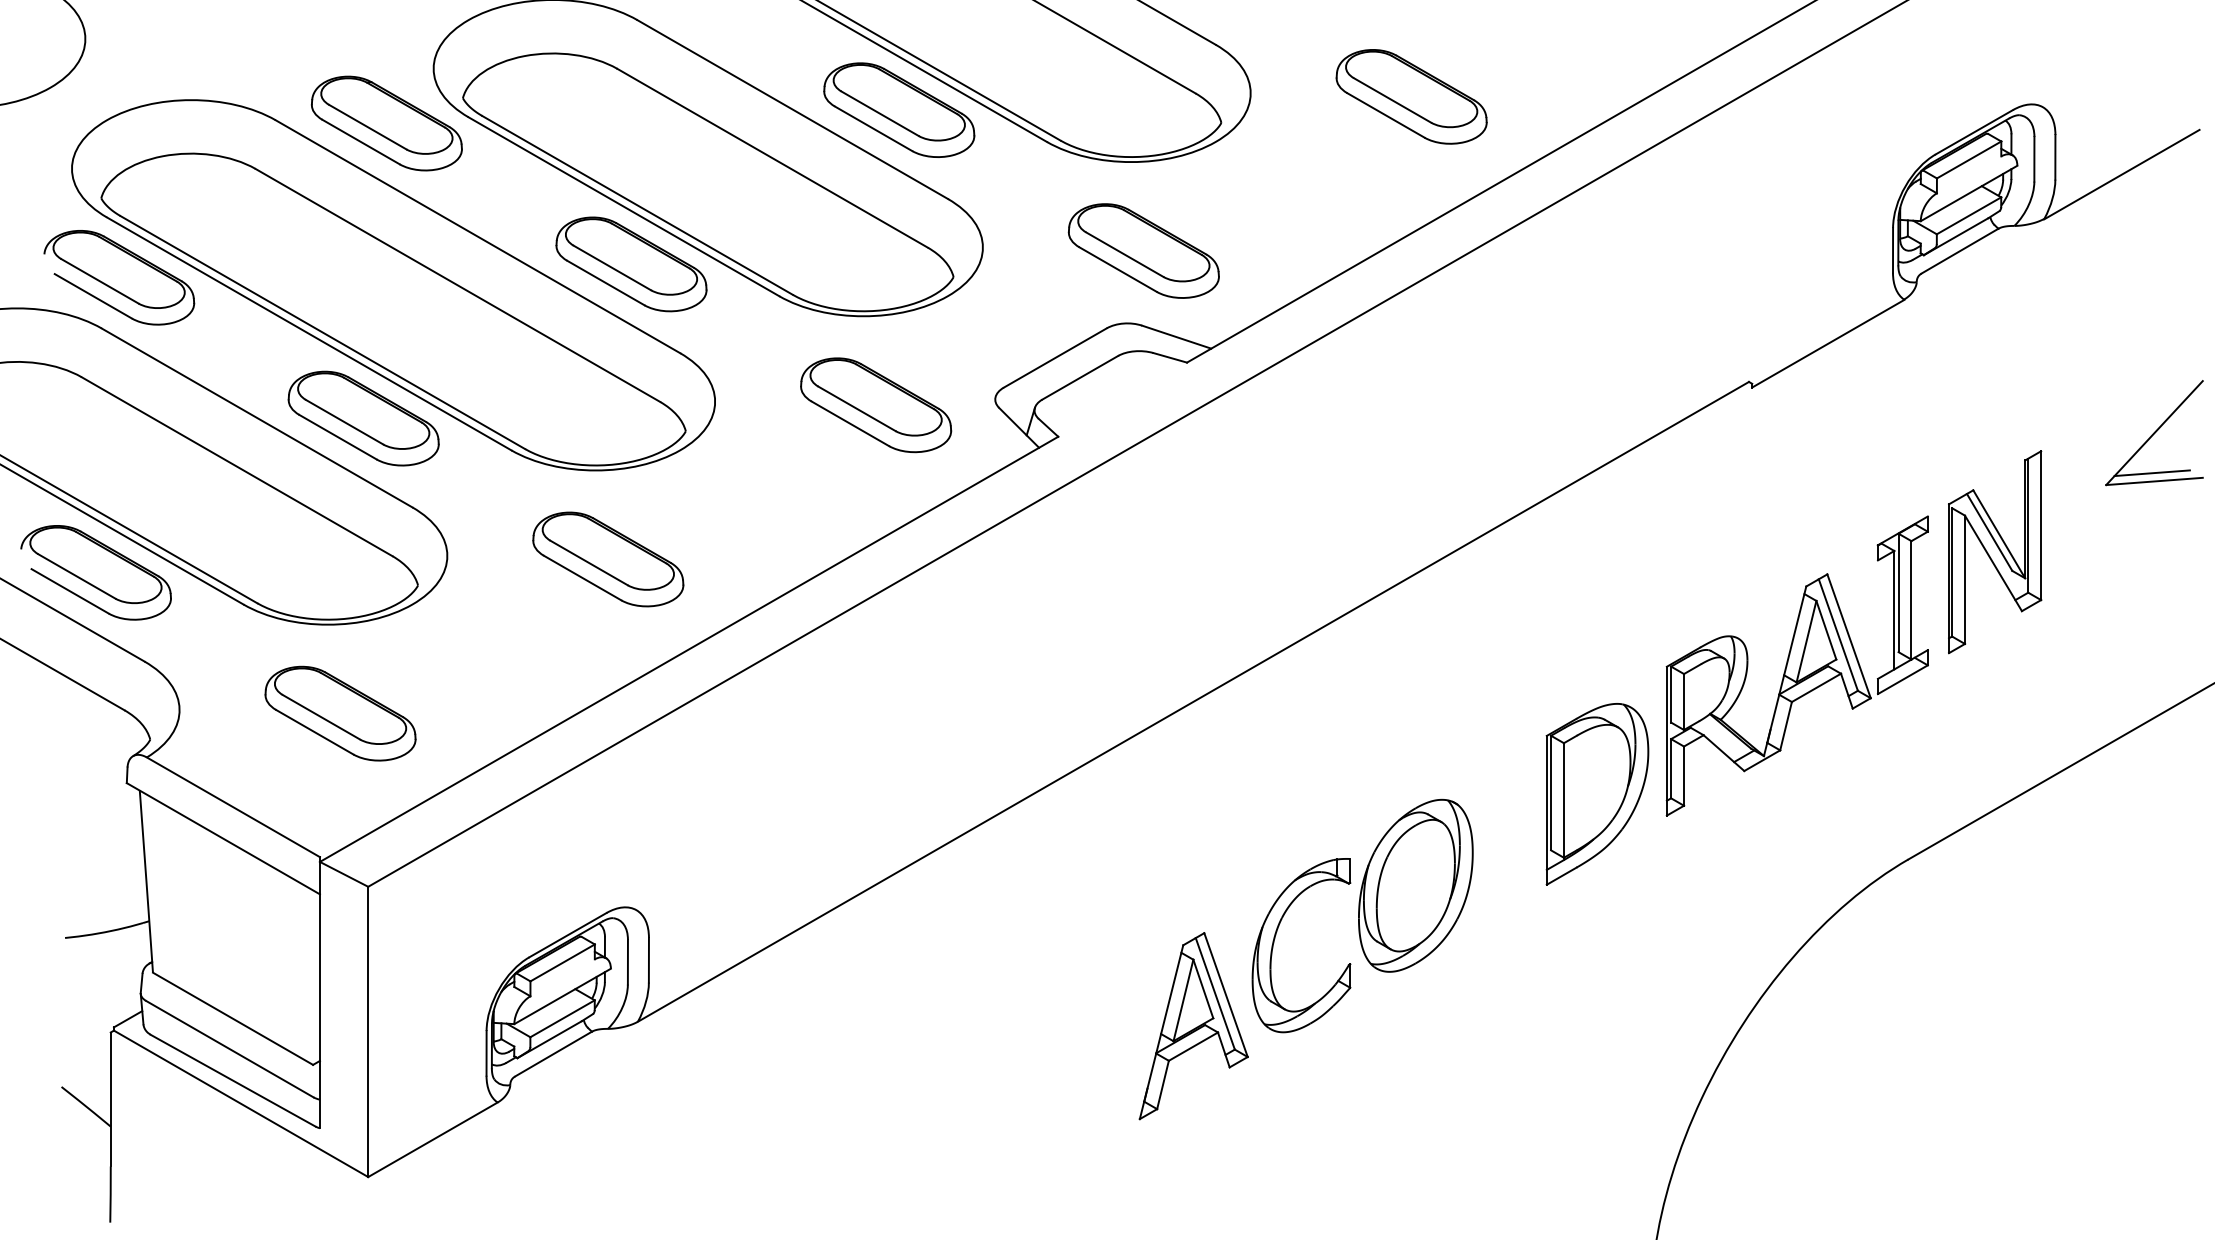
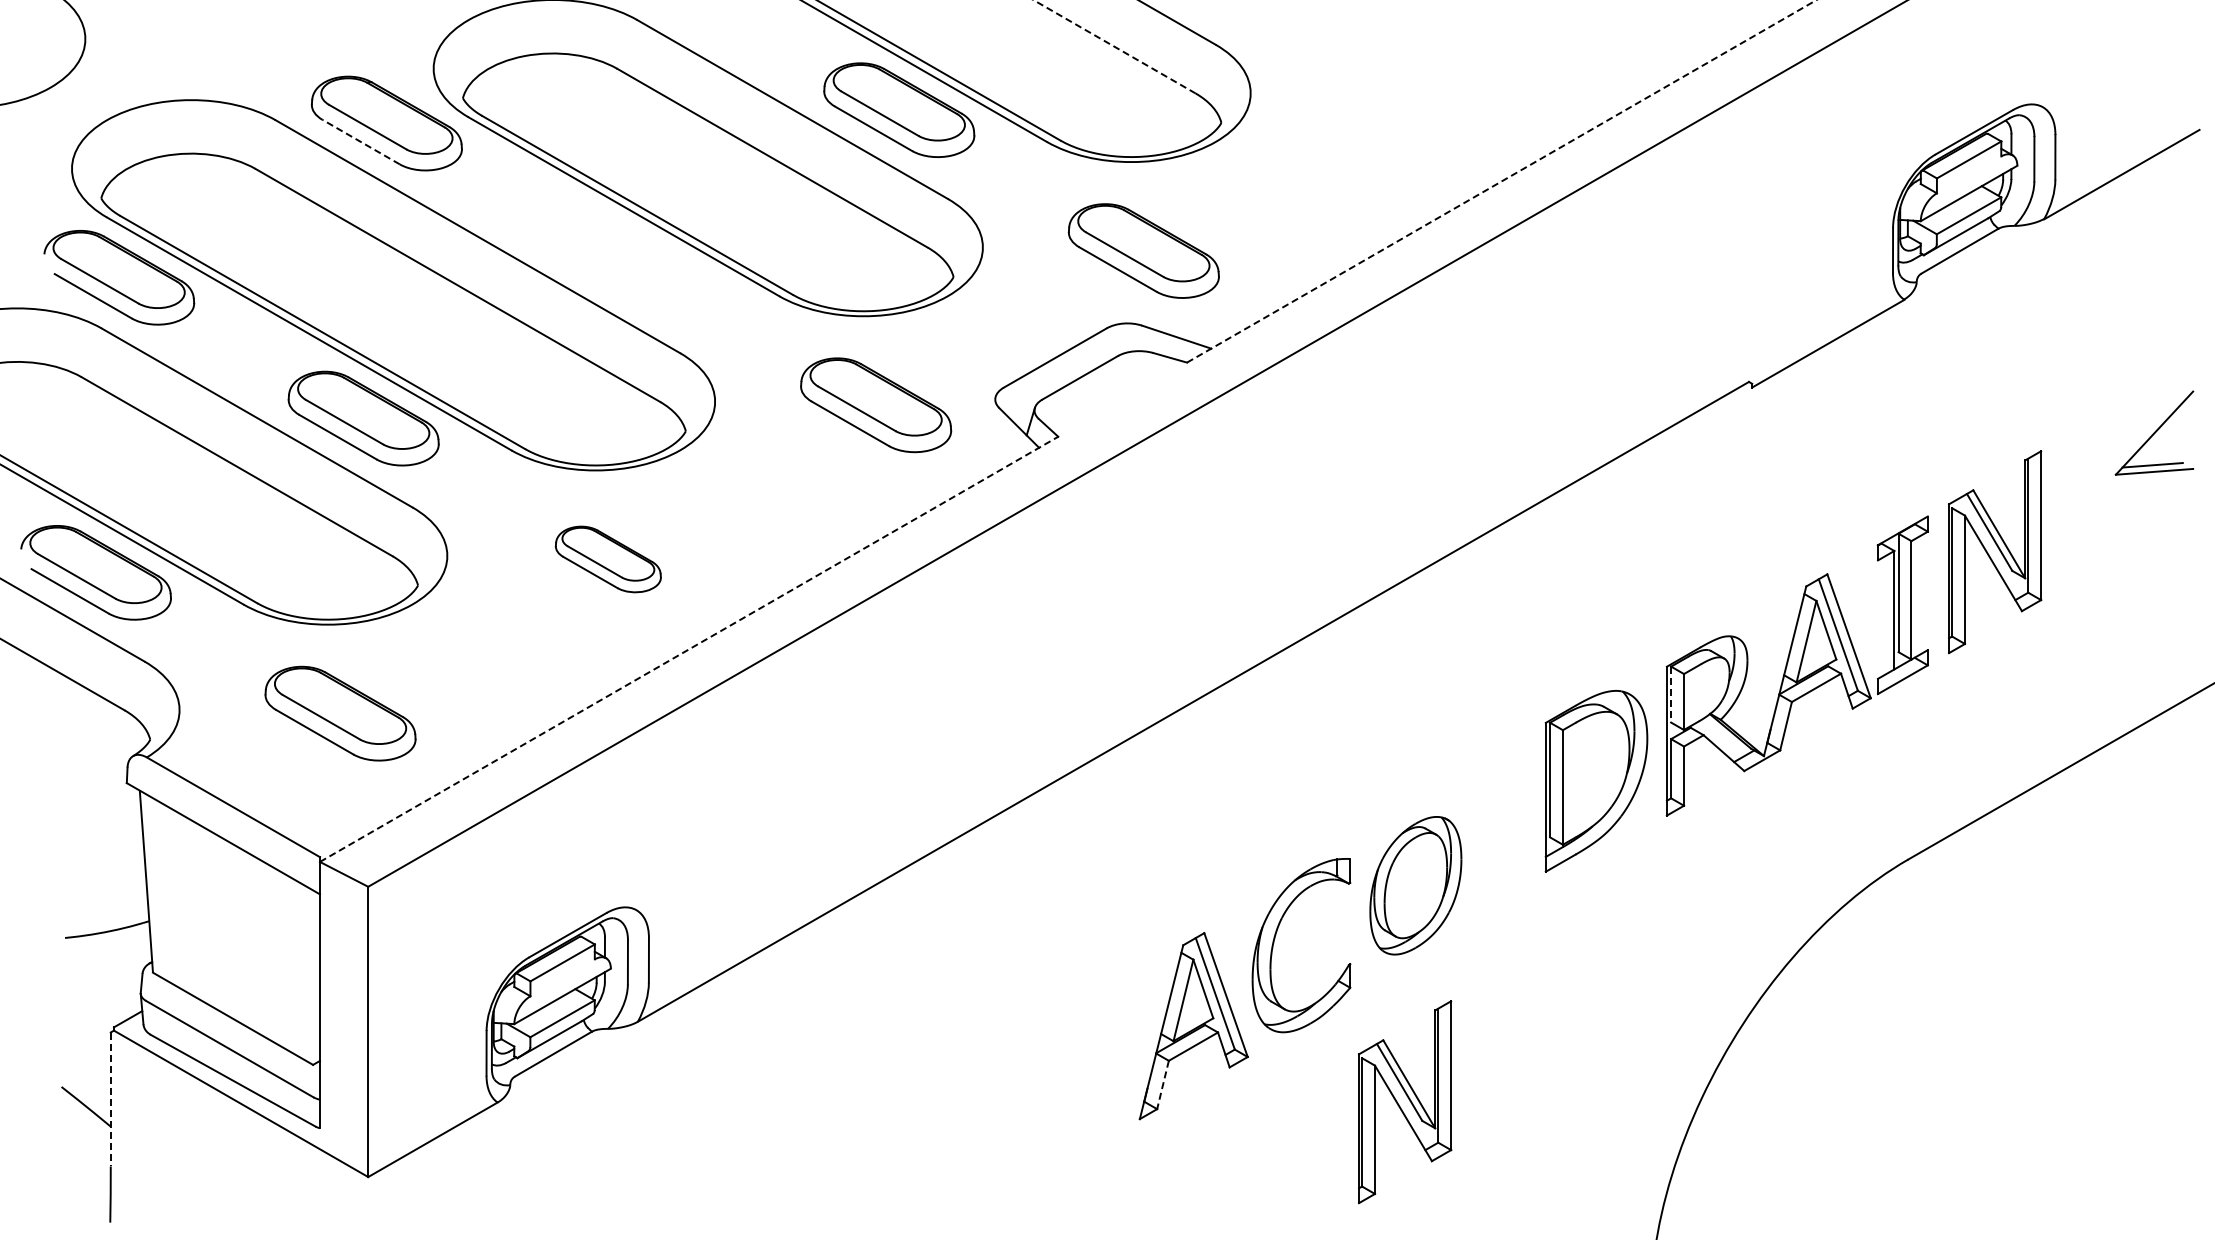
line at (1114, 46): solid -> dashed
part at (1411, 96): present -> none
line at (361, 142): solid -> dashed
line at (1501, 181): solid -> dashed
part at (631, 264): present -> none
part at (2154, 433) size: 99x107 px -> 81x86 px
part at (608, 559) size: 153x97 px -> 108x69 px
line at (689, 649): solid -> dashed
line at (1671, 694): solid -> dashed
part at (1597, 794) position: (1597, 794) -> (1596, 781)
part at (1415, 885) size: 116x175 px -> 94x140 px
line at (1163, 1084): solid -> dashed
line at (110, 1099): solid -> dashed
part at (1405, 1102): none -> present
